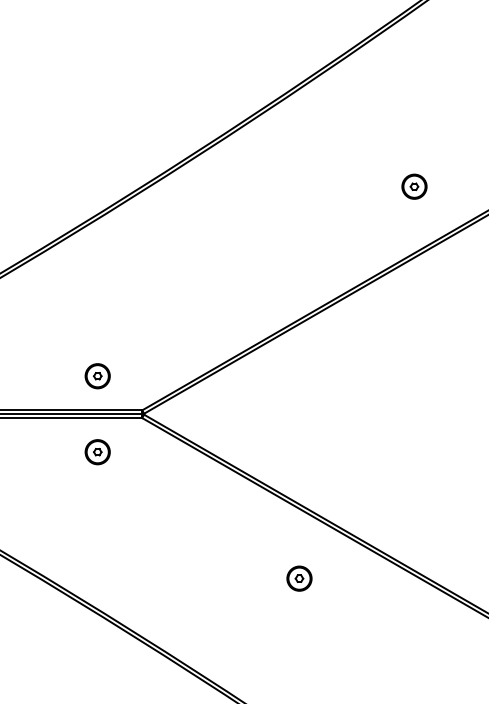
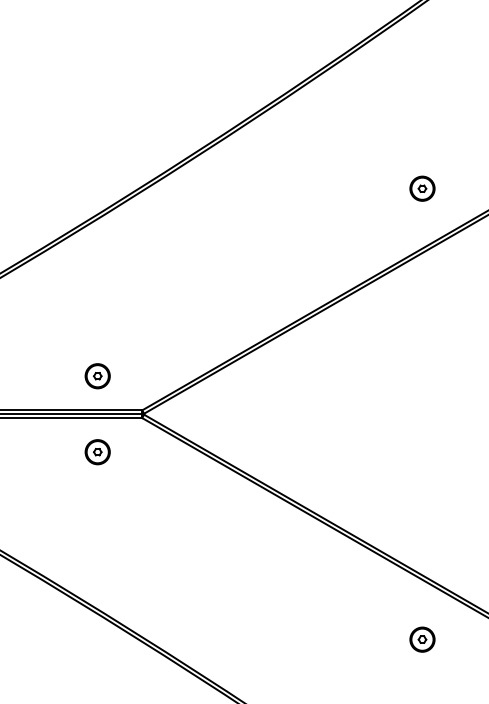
part at (414, 186) position: (414, 186) -> (422, 188)
part at (299, 578) position: (299, 578) -> (422, 639)
